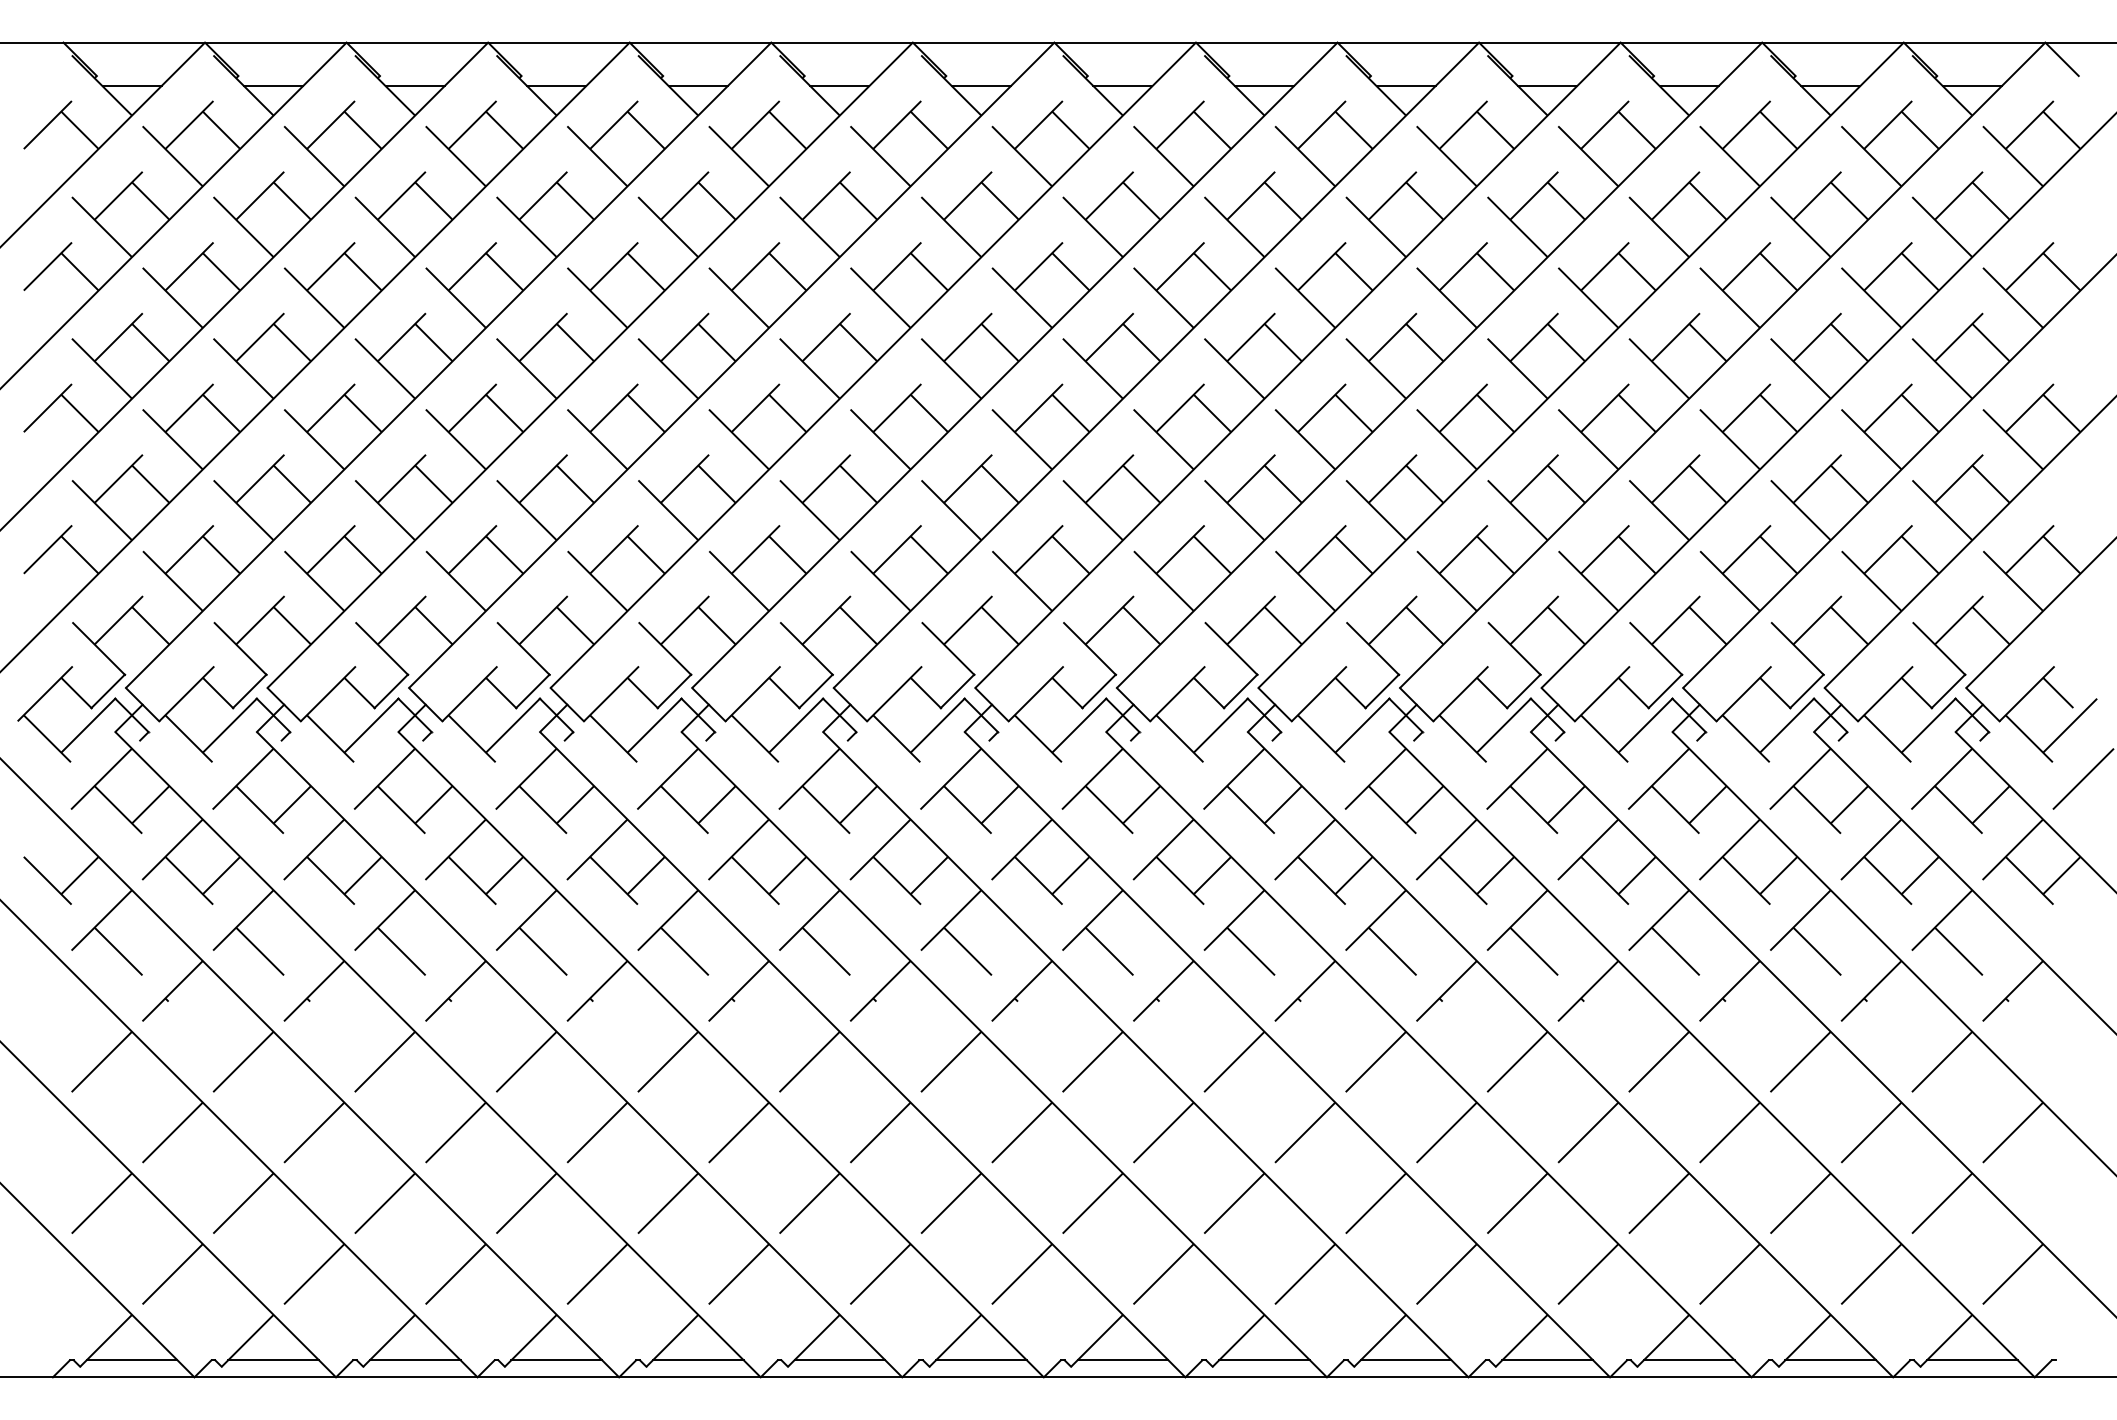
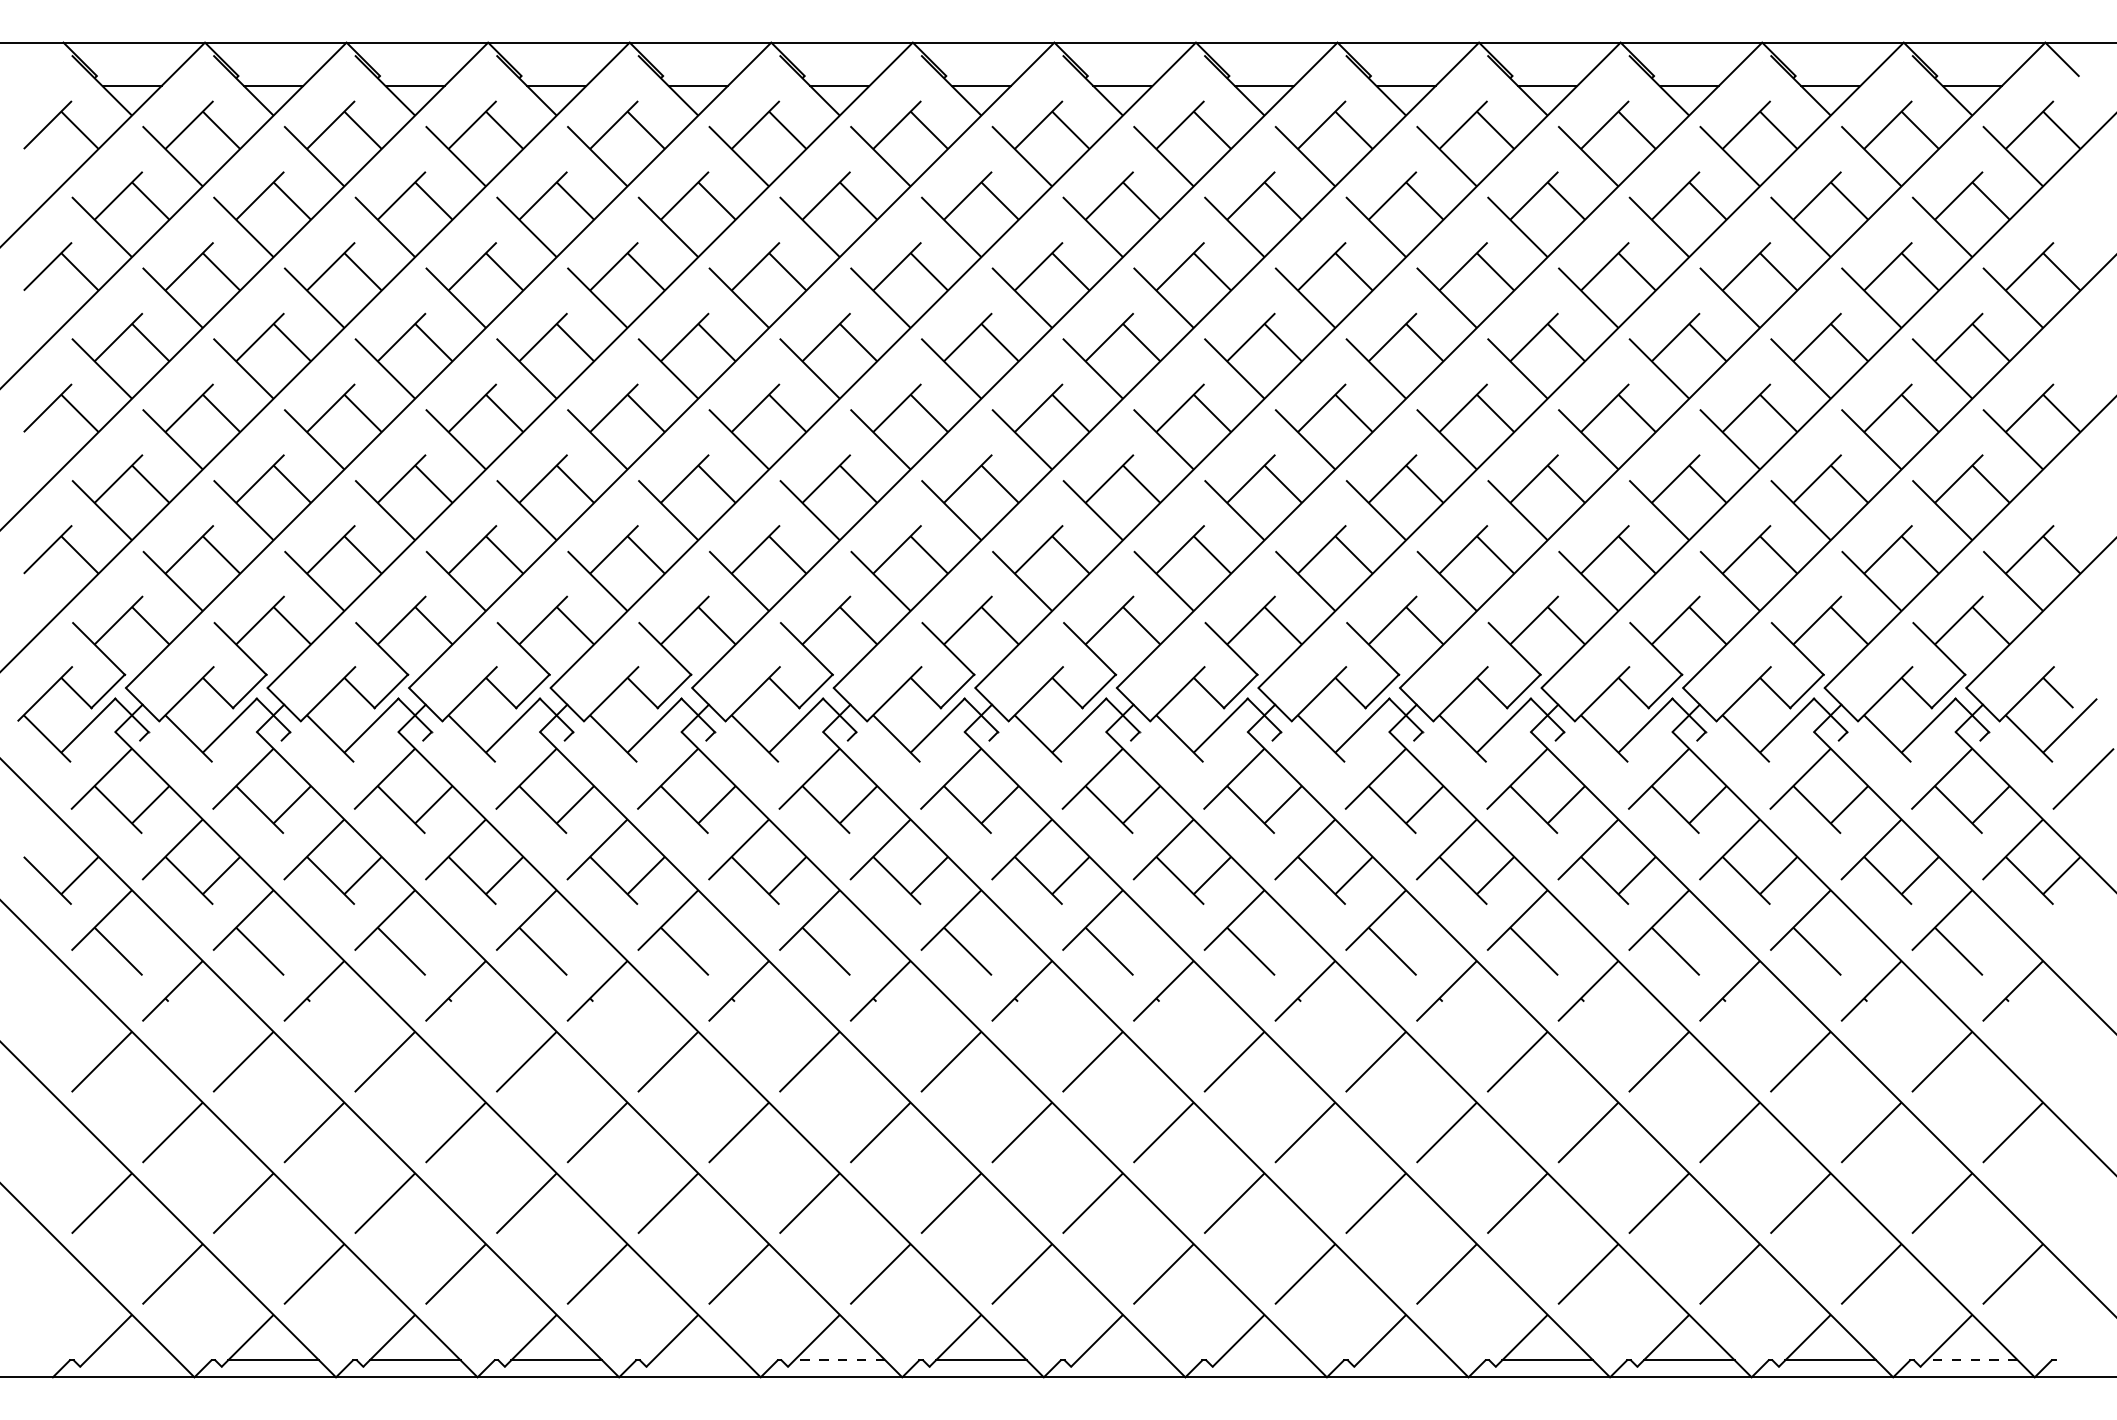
line at (131, 1360): present -> none
line at (697, 1360): present -> none
line at (839, 1360): solid -> dashed
line at (1122, 1360): present -> none
line at (1264, 1360): present -> none
line at (1405, 1360): present -> none
line at (1971, 1360): solid -> dashed
